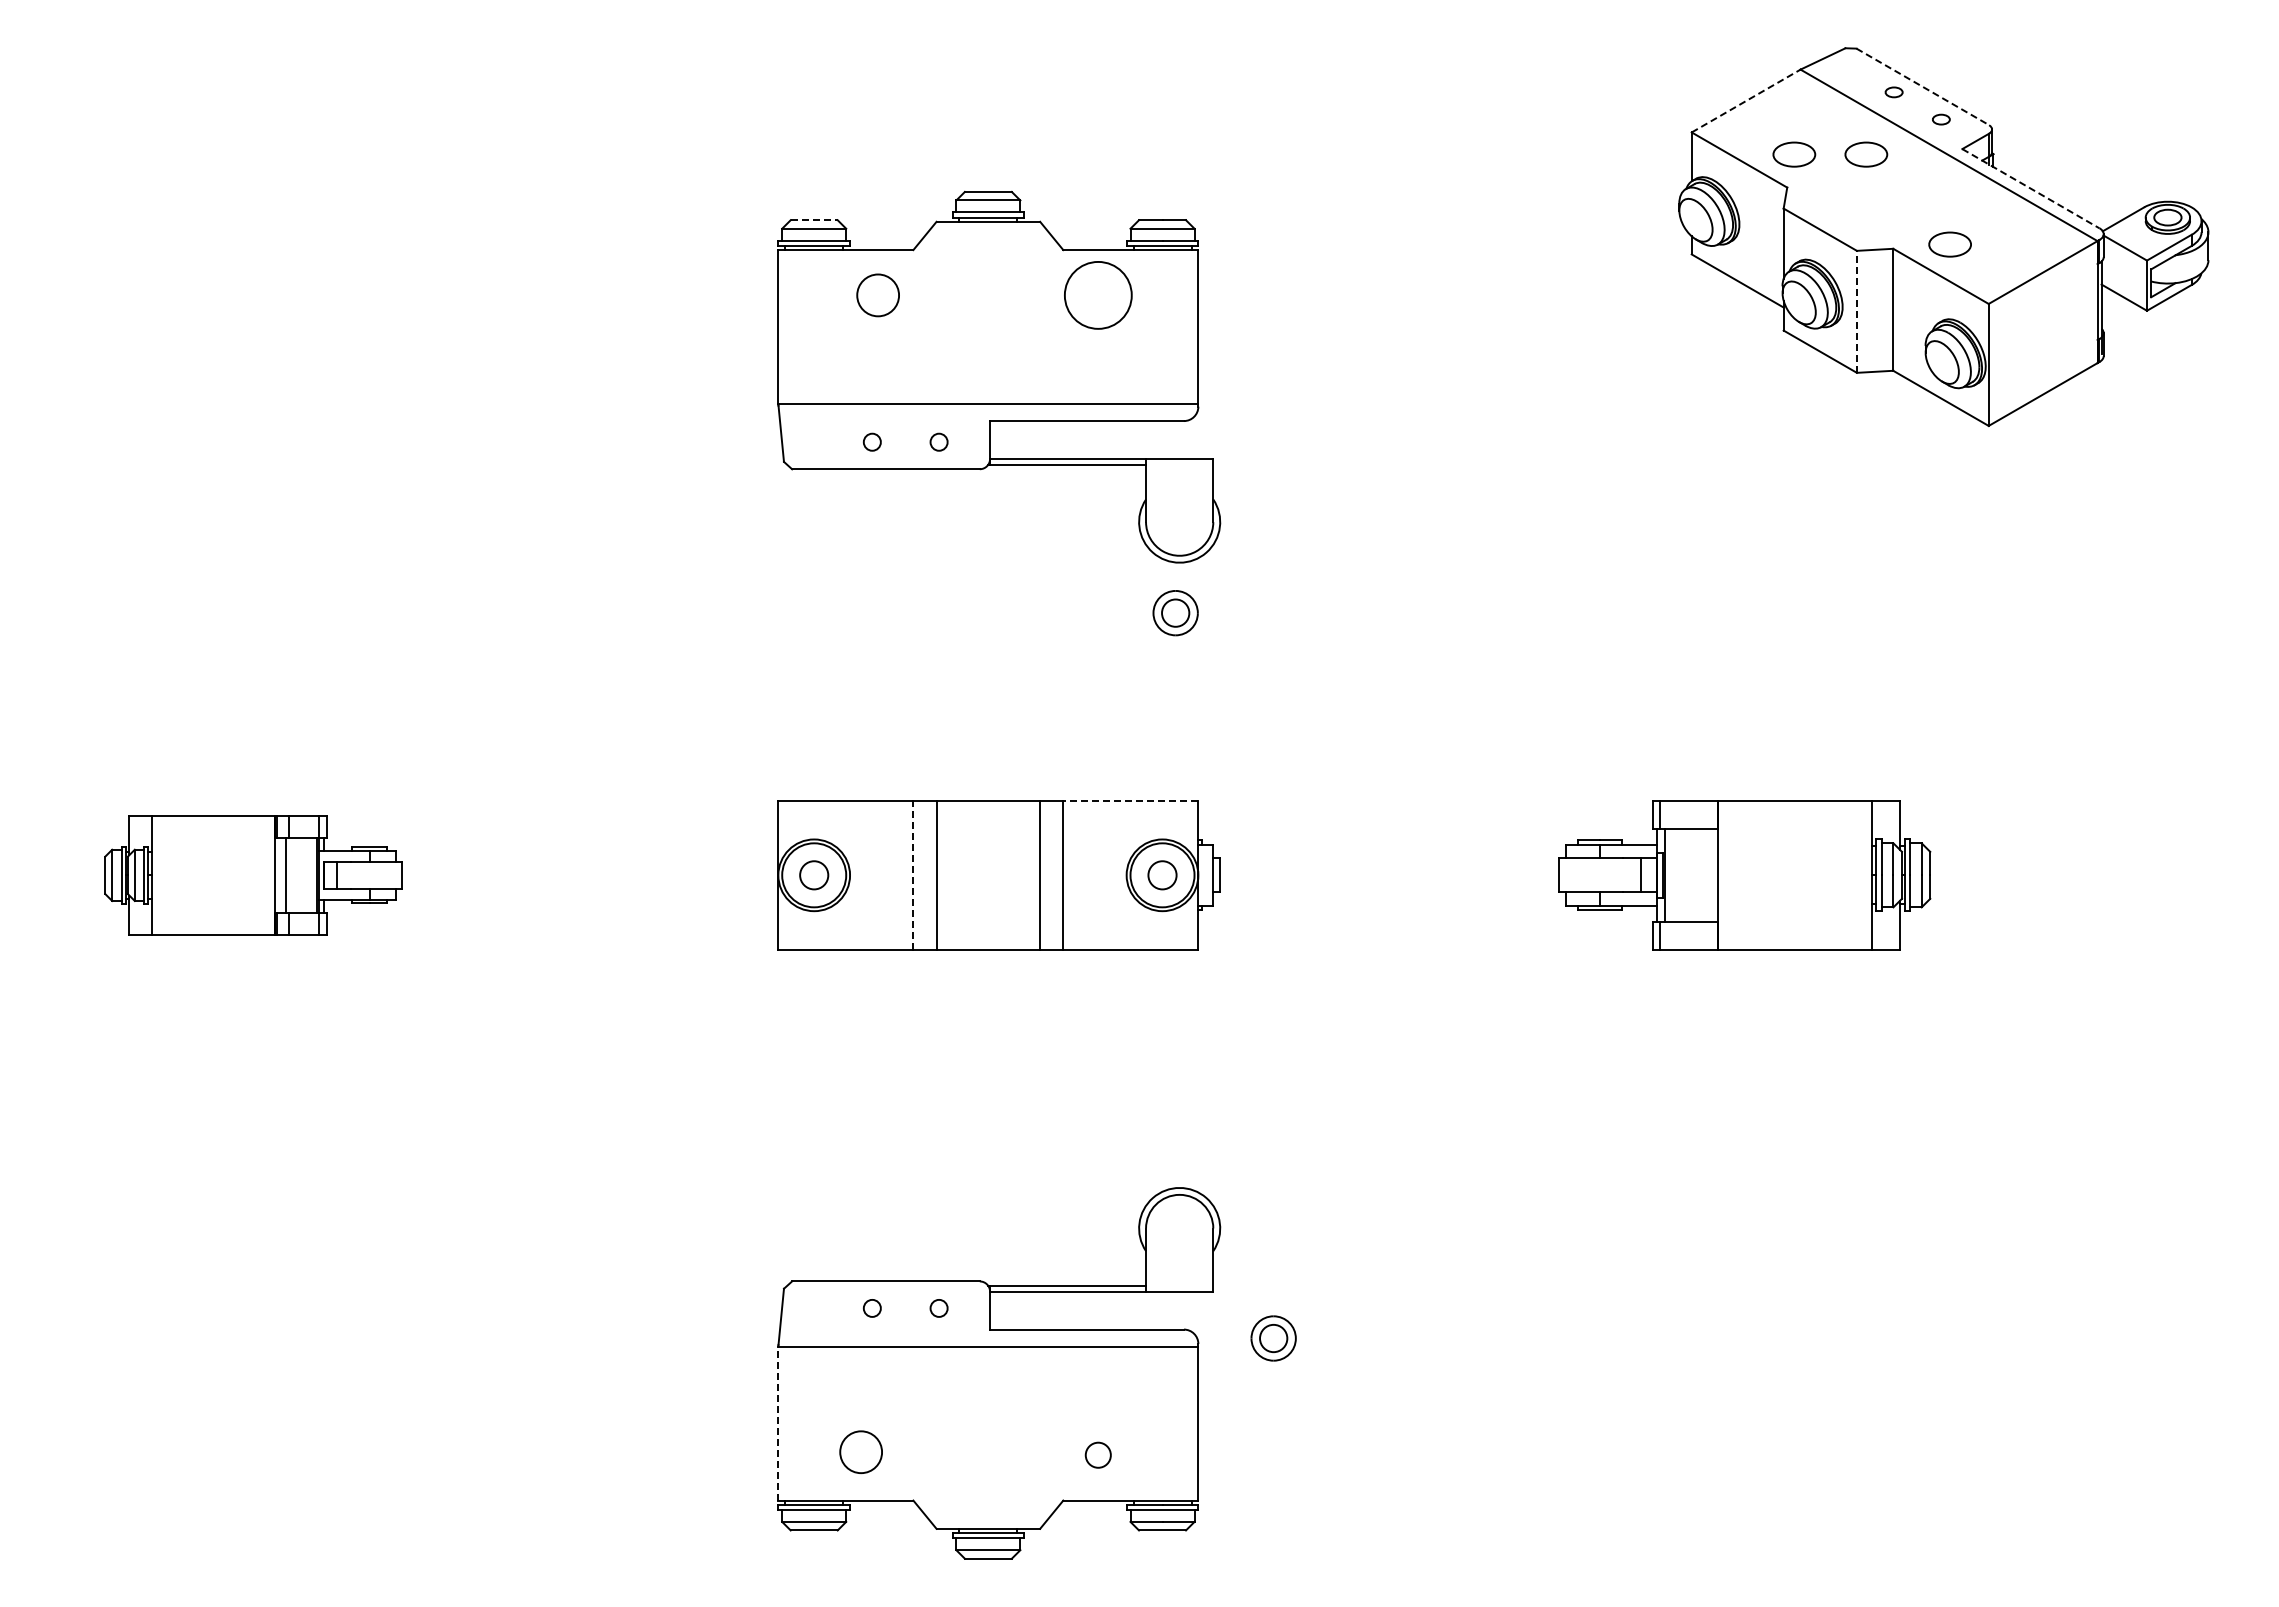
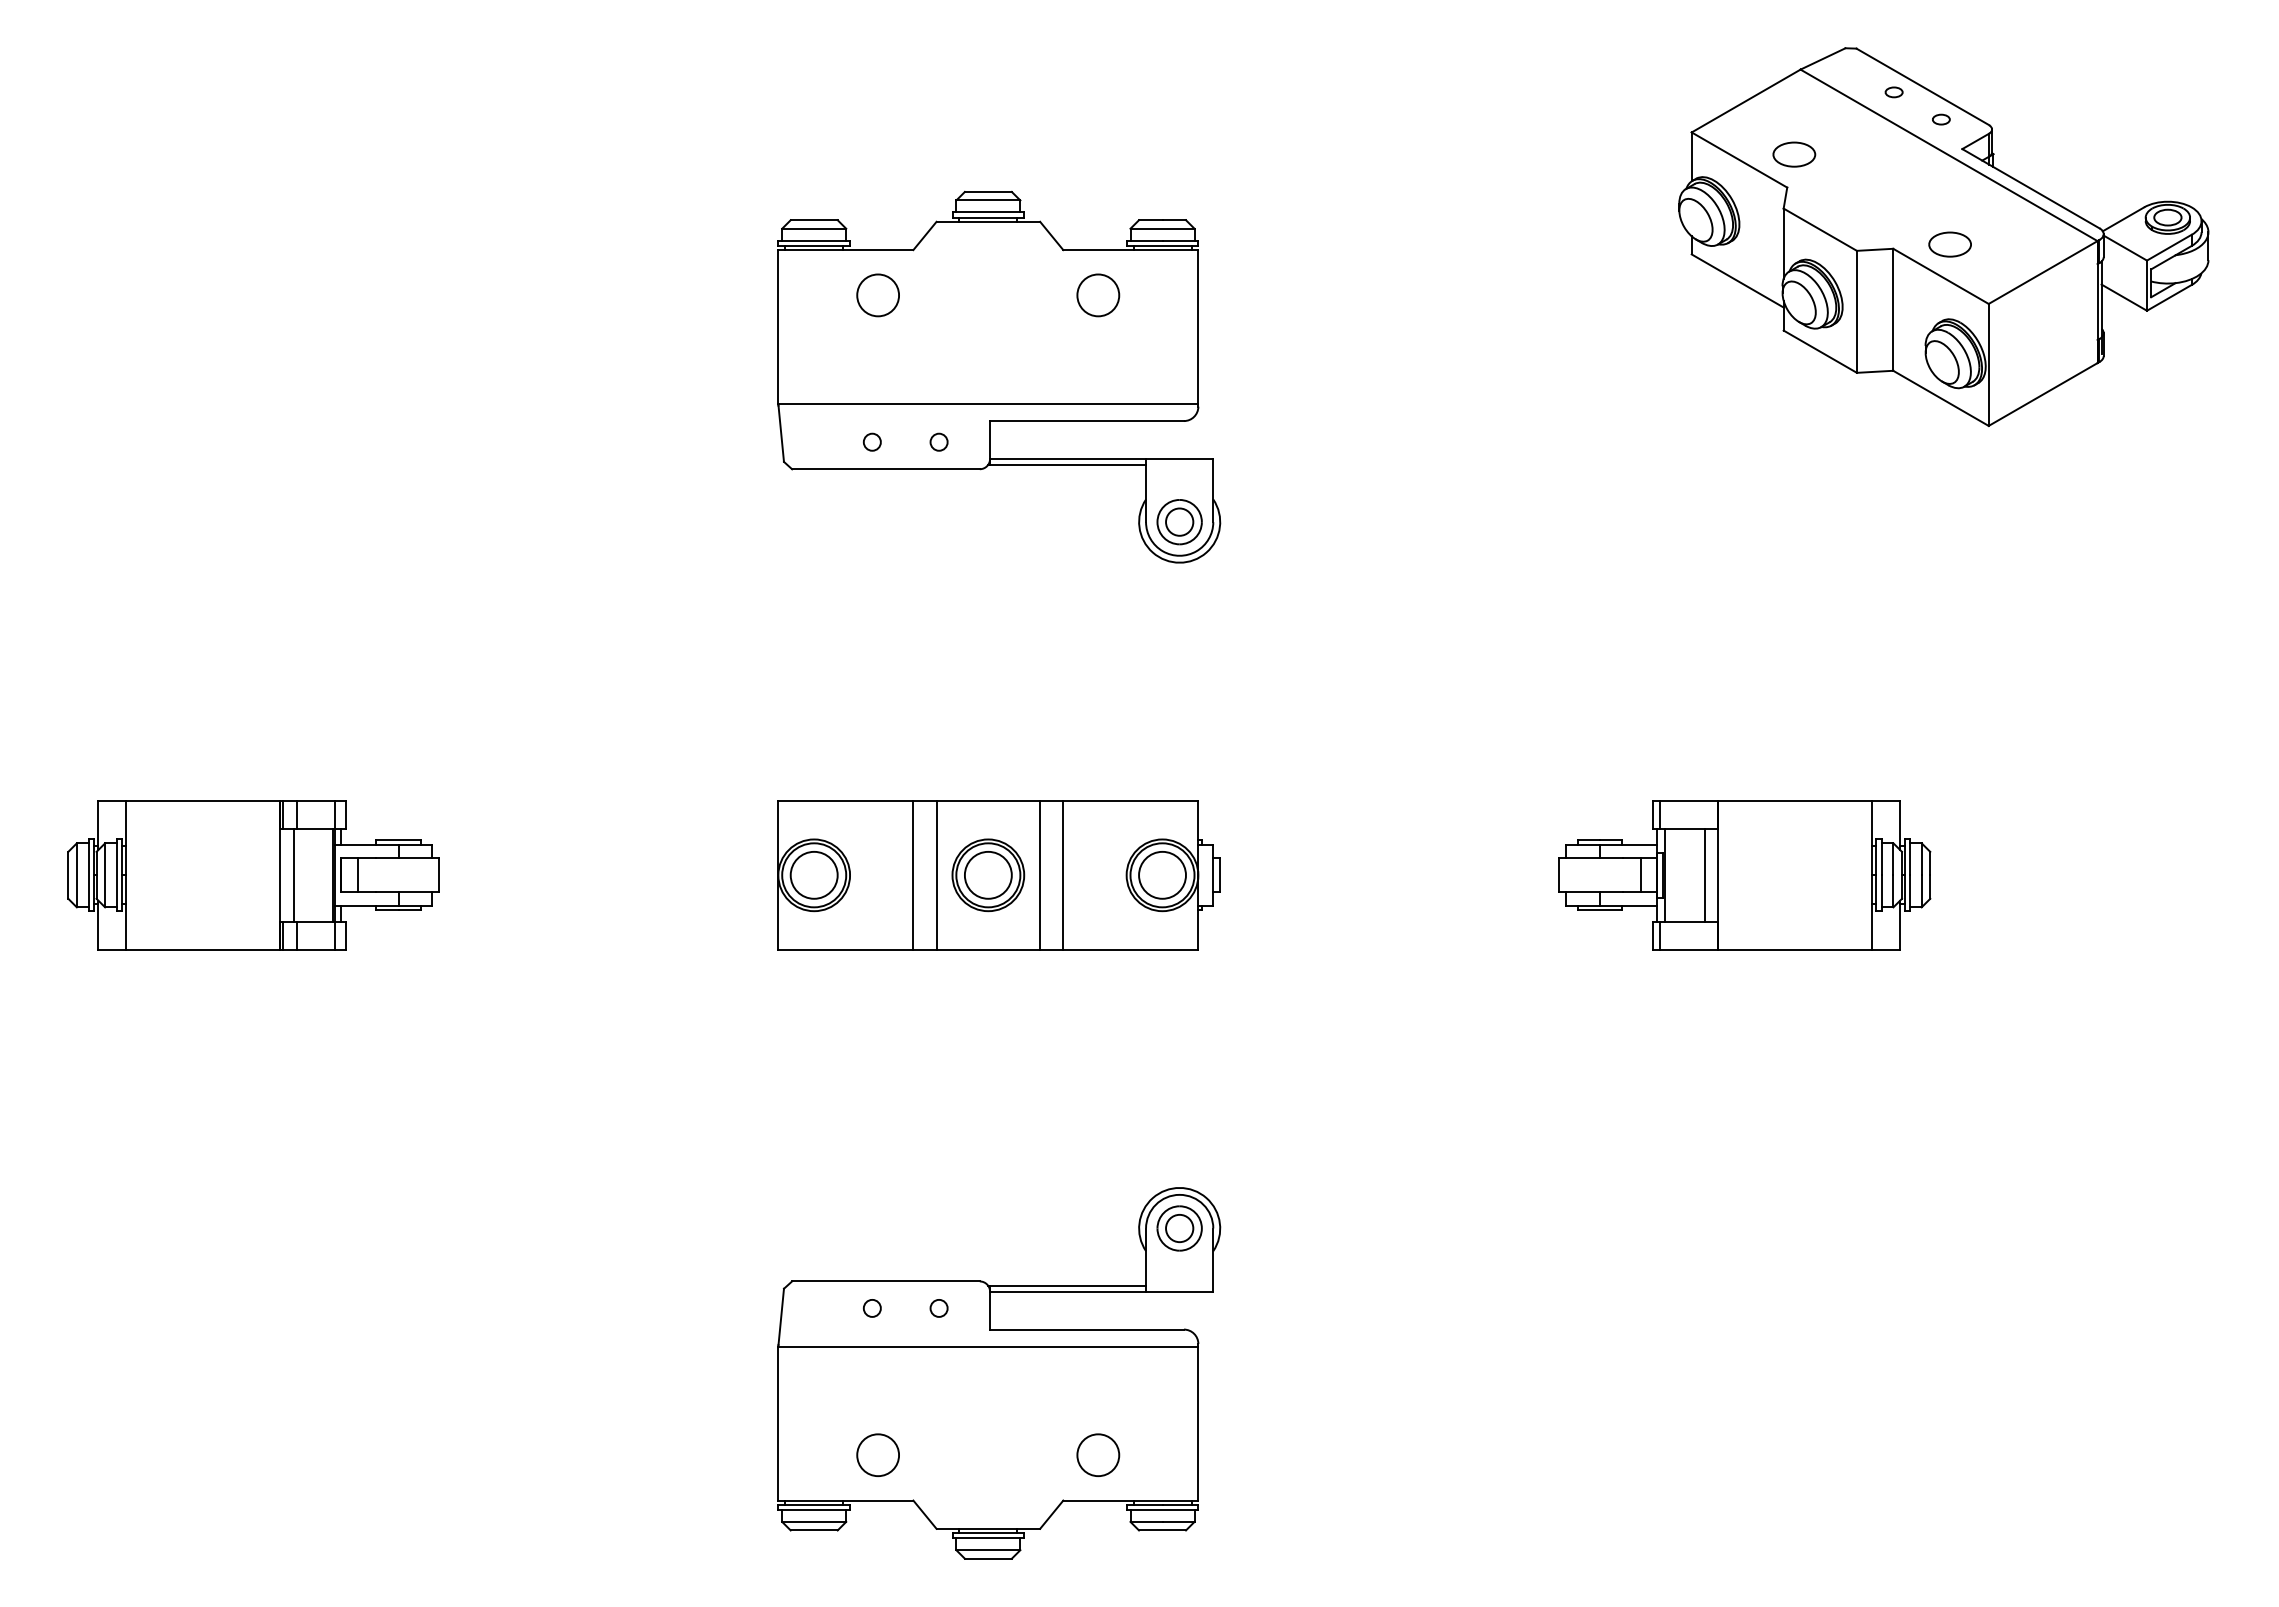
line at (1922, 86): dashed -> solid
line at (1746, 101): dashed -> solid
part at (1866, 154): present -> none
line at (2031, 188): dashed -> solid
line at (814, 220): dashed -> solid
circle at (1097, 294) diameter: 67 px -> 42 px
line at (1856, 311): dashed -> solid
part at (1175, 613) position: (1175, 613) -> (1179, 522)
line at (1130, 800): dashed -> solid
line at (1704, 874): none -> present
part at (253, 875) size: 299x121 px -> 373x151 px
circle at (814, 875) diameter: 28 px -> 47 px
line at (913, 875): dashed -> solid
part at (988, 875): none -> present
circle at (1162, 875) diameter: 28 px -> 47 px
part at (1273, 1338) position: (1273, 1338) -> (1179, 1228)
line at (778, 1423): dashed -> solid
circle at (860, 1451) position: (860, 1451) -> (877, 1454)
circle at (1097, 1454) diameter: 25 px -> 42 px
